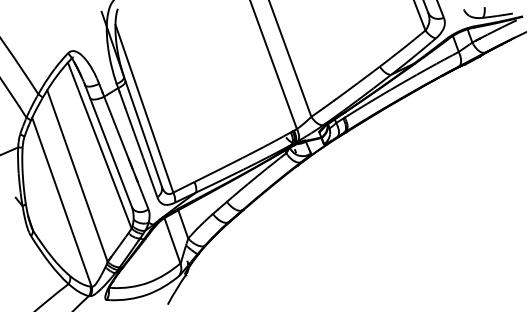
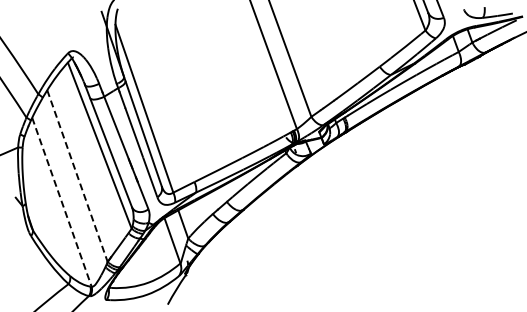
line at (77, 176): solid -> dashed
line at (61, 202): solid -> dashed
